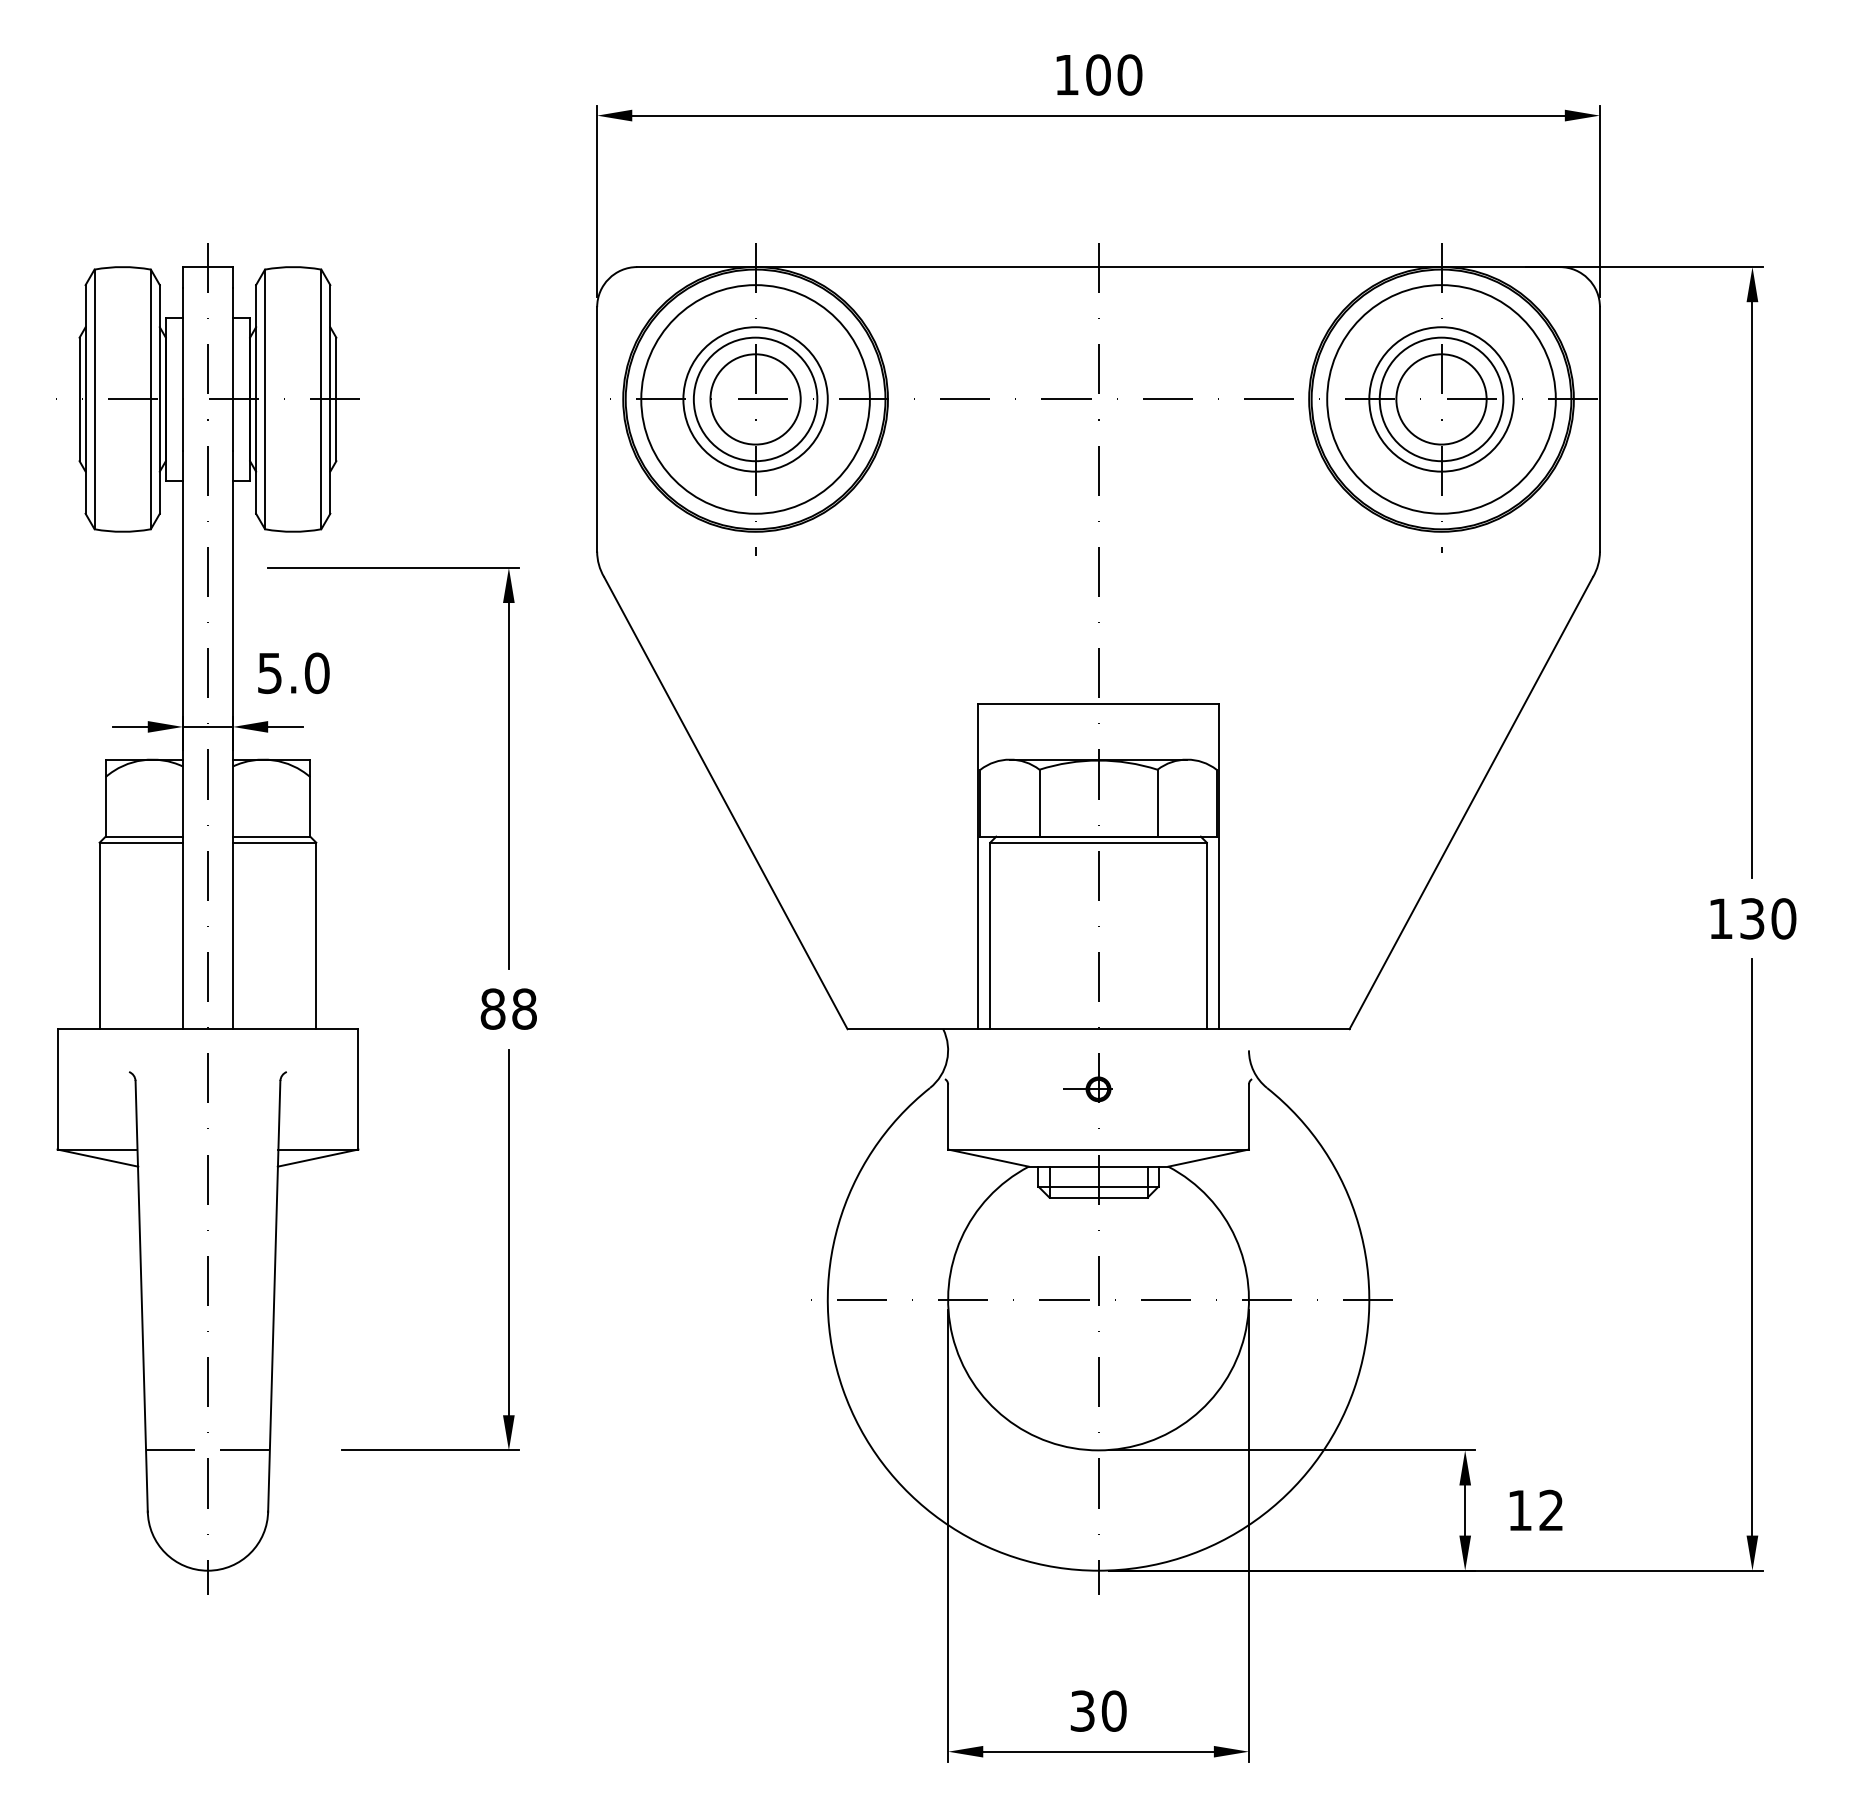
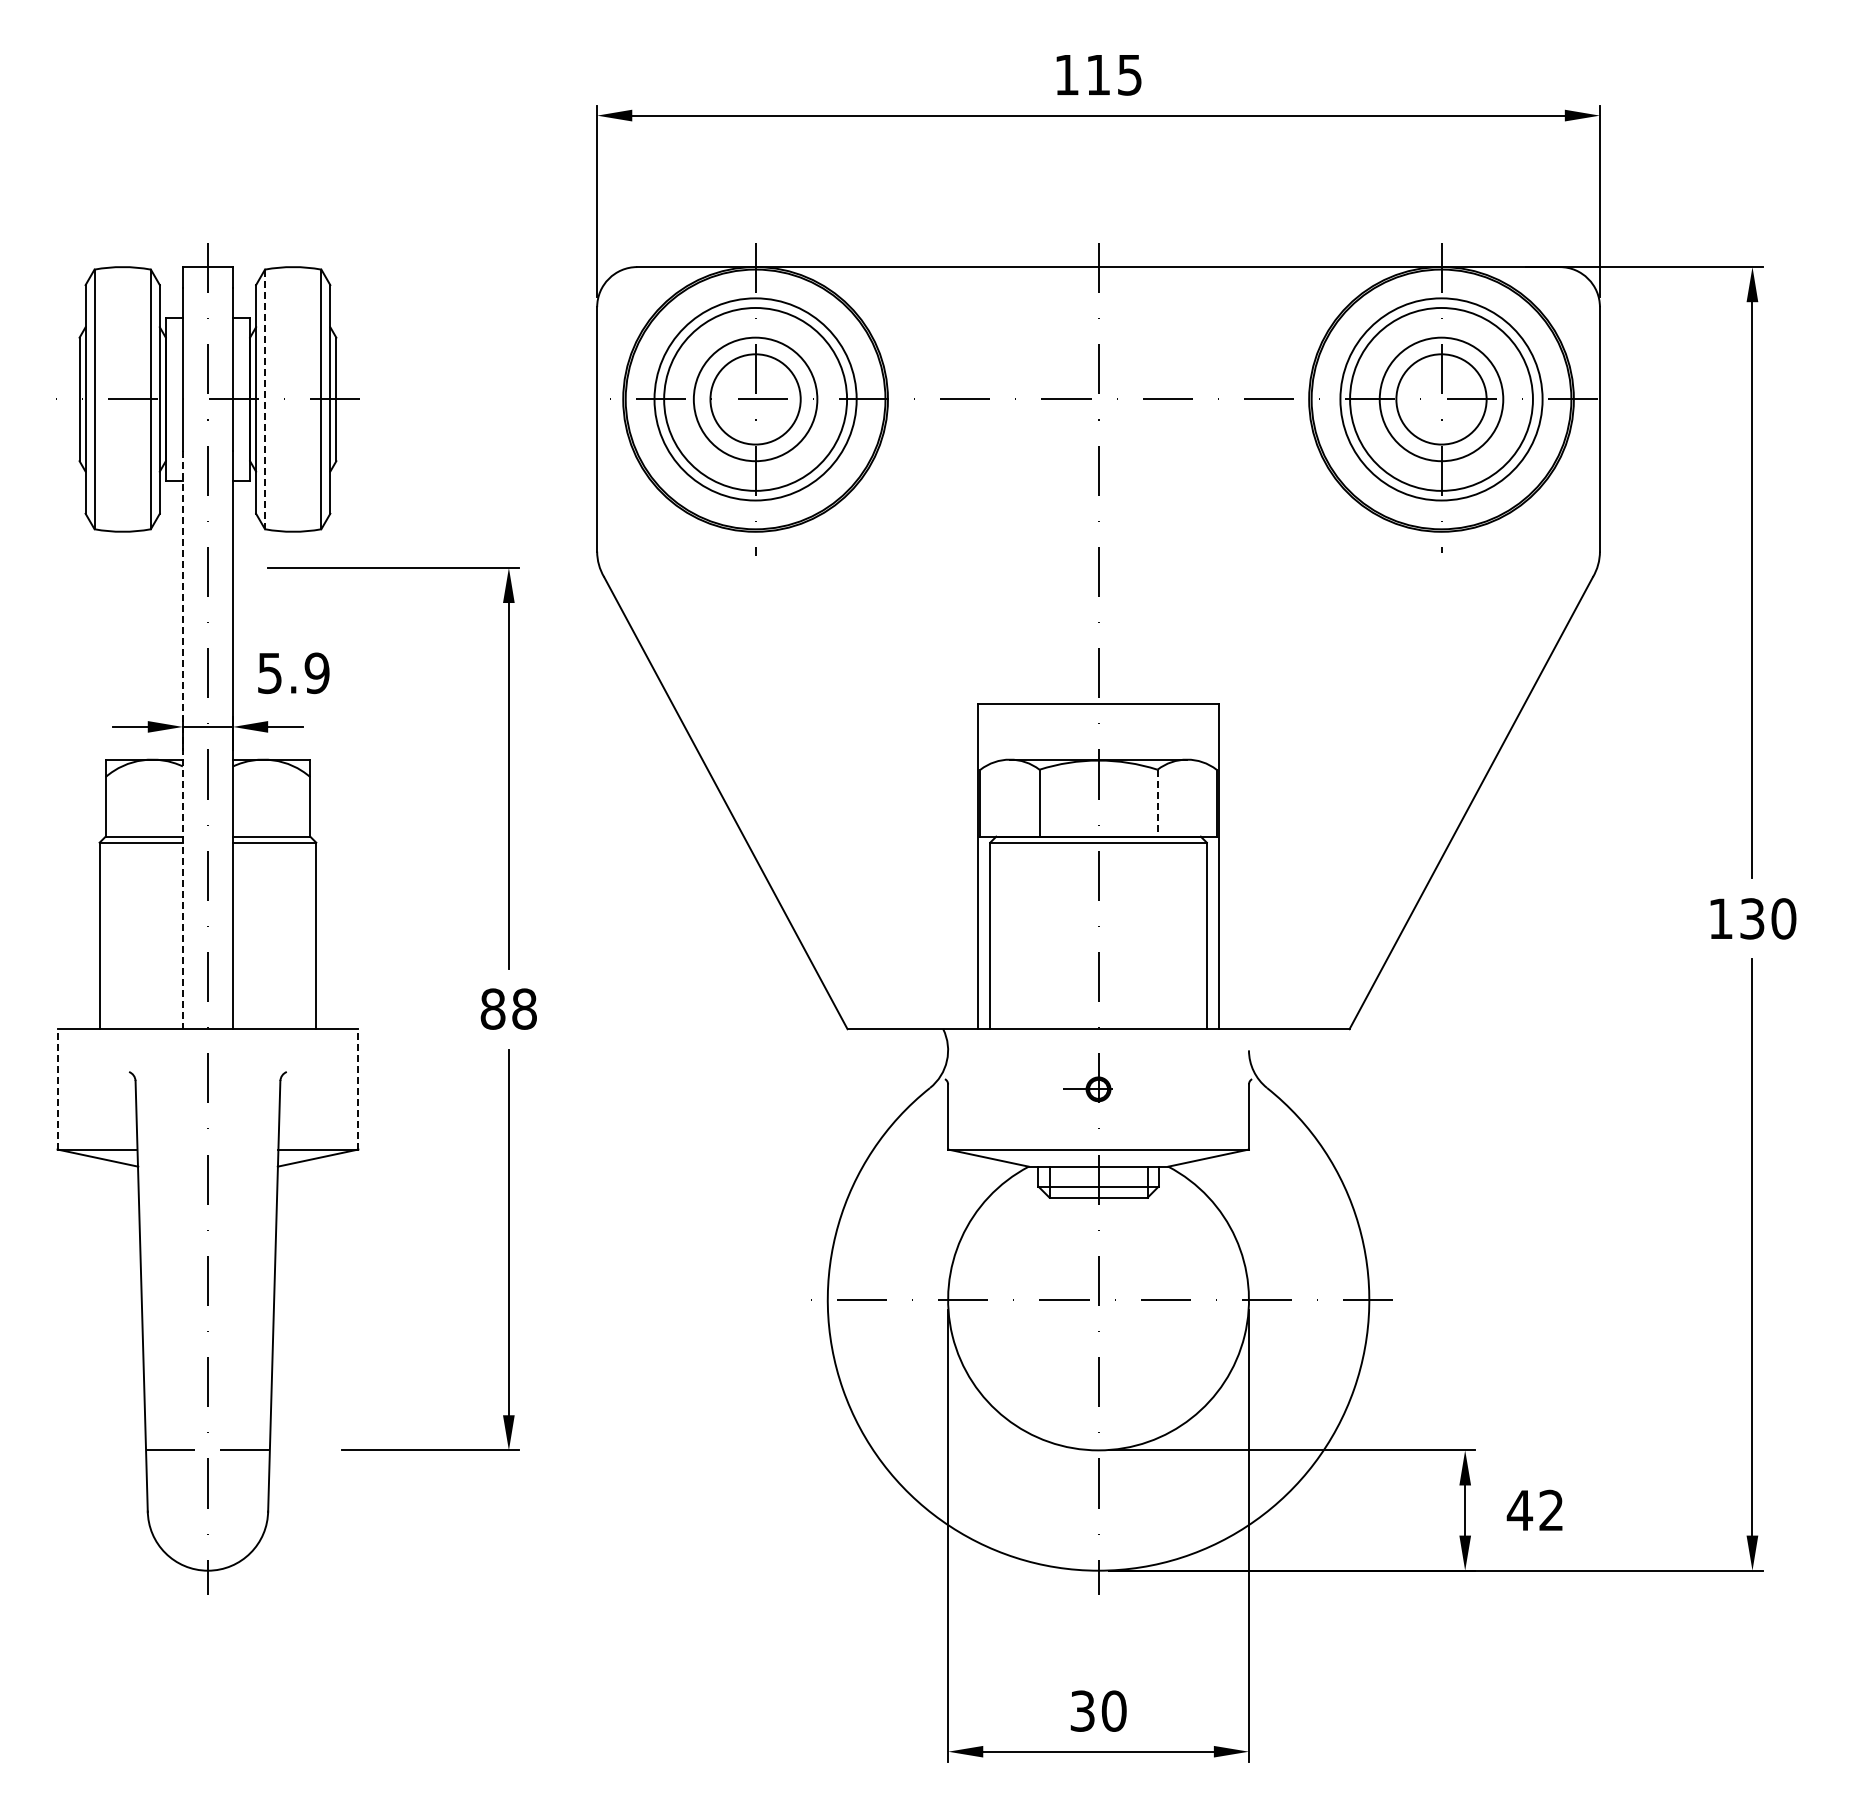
text at (1114, 74): 100 -> 115
line at (265, 399): solid -> dashed
circle at (755, 399) diameter: 144 px -> 202 px
circle at (755, 399) diameter: 229 px -> 183 px
circle at (1441, 399) diameter: 144 px -> 202 px
circle at (1441, 399) diameter: 229 px -> 183 px
text at (316, 673): 5.0 -> 5.9
line at (182, 740): solid -> dashed
line at (1157, 803): solid -> dashed
line at (57, 1088): solid -> dashed
line at (358, 1088): solid -> dashed
text at (1519, 1510): 12 -> 42
